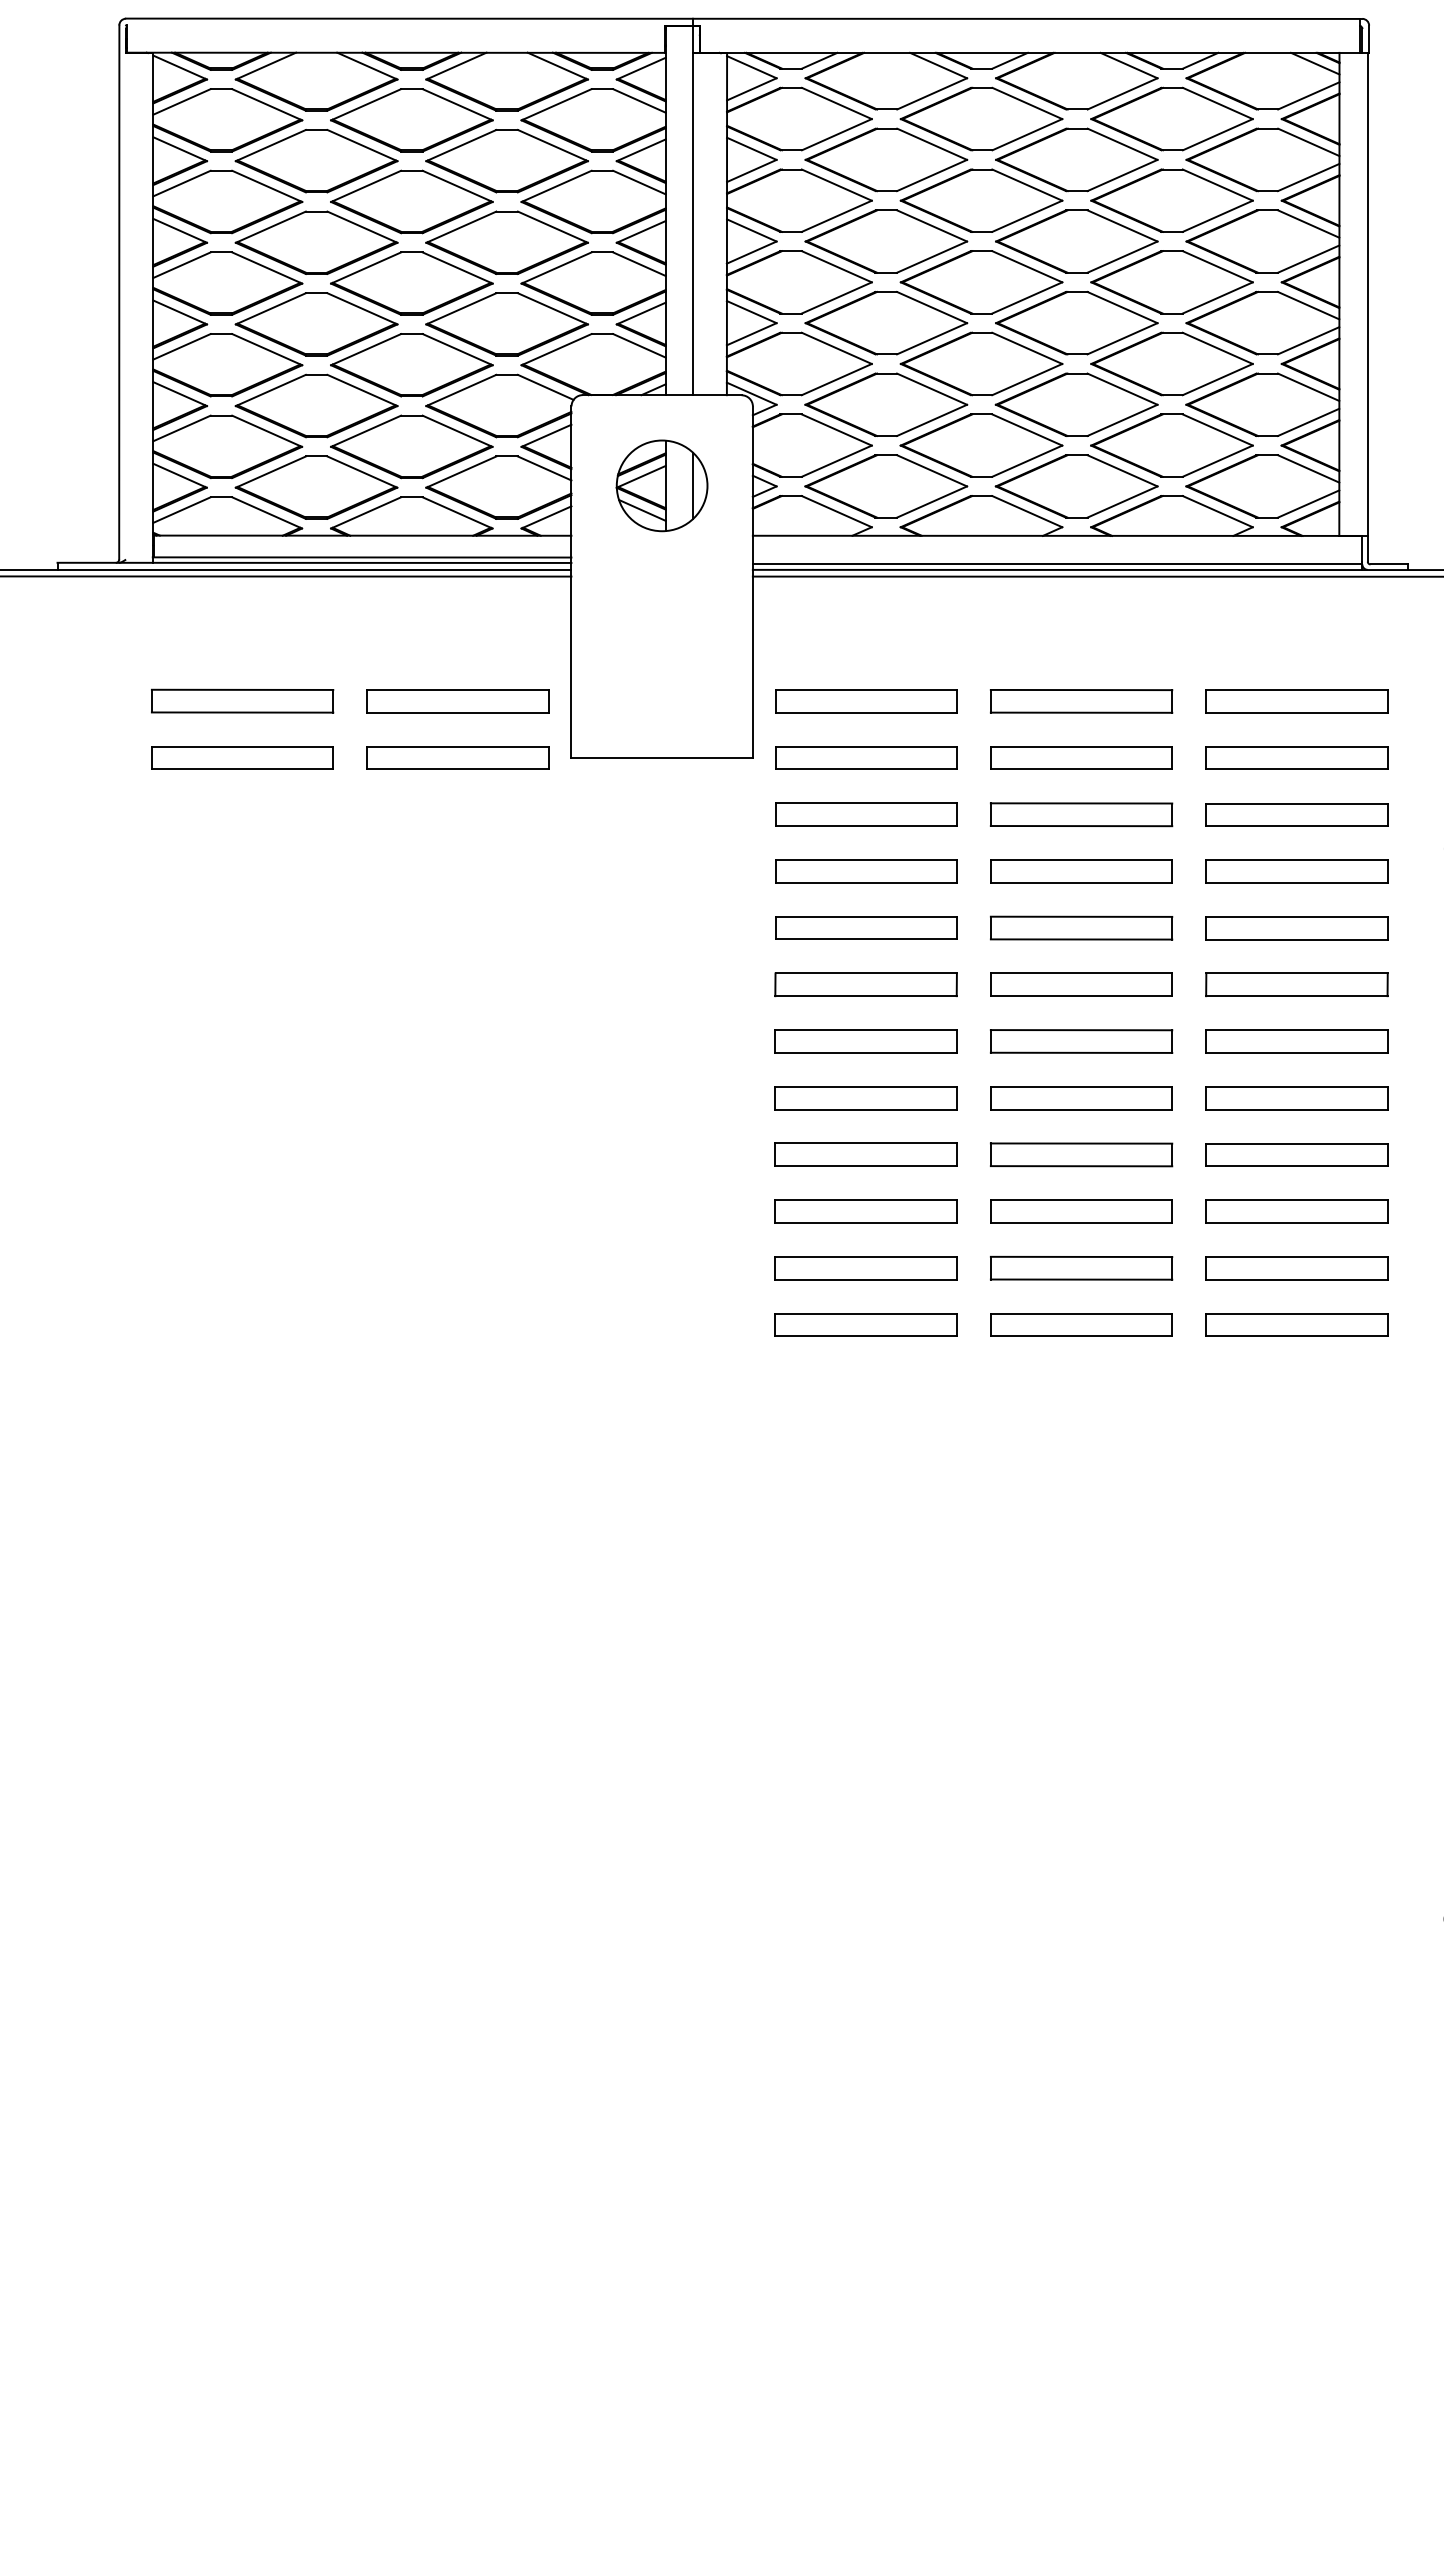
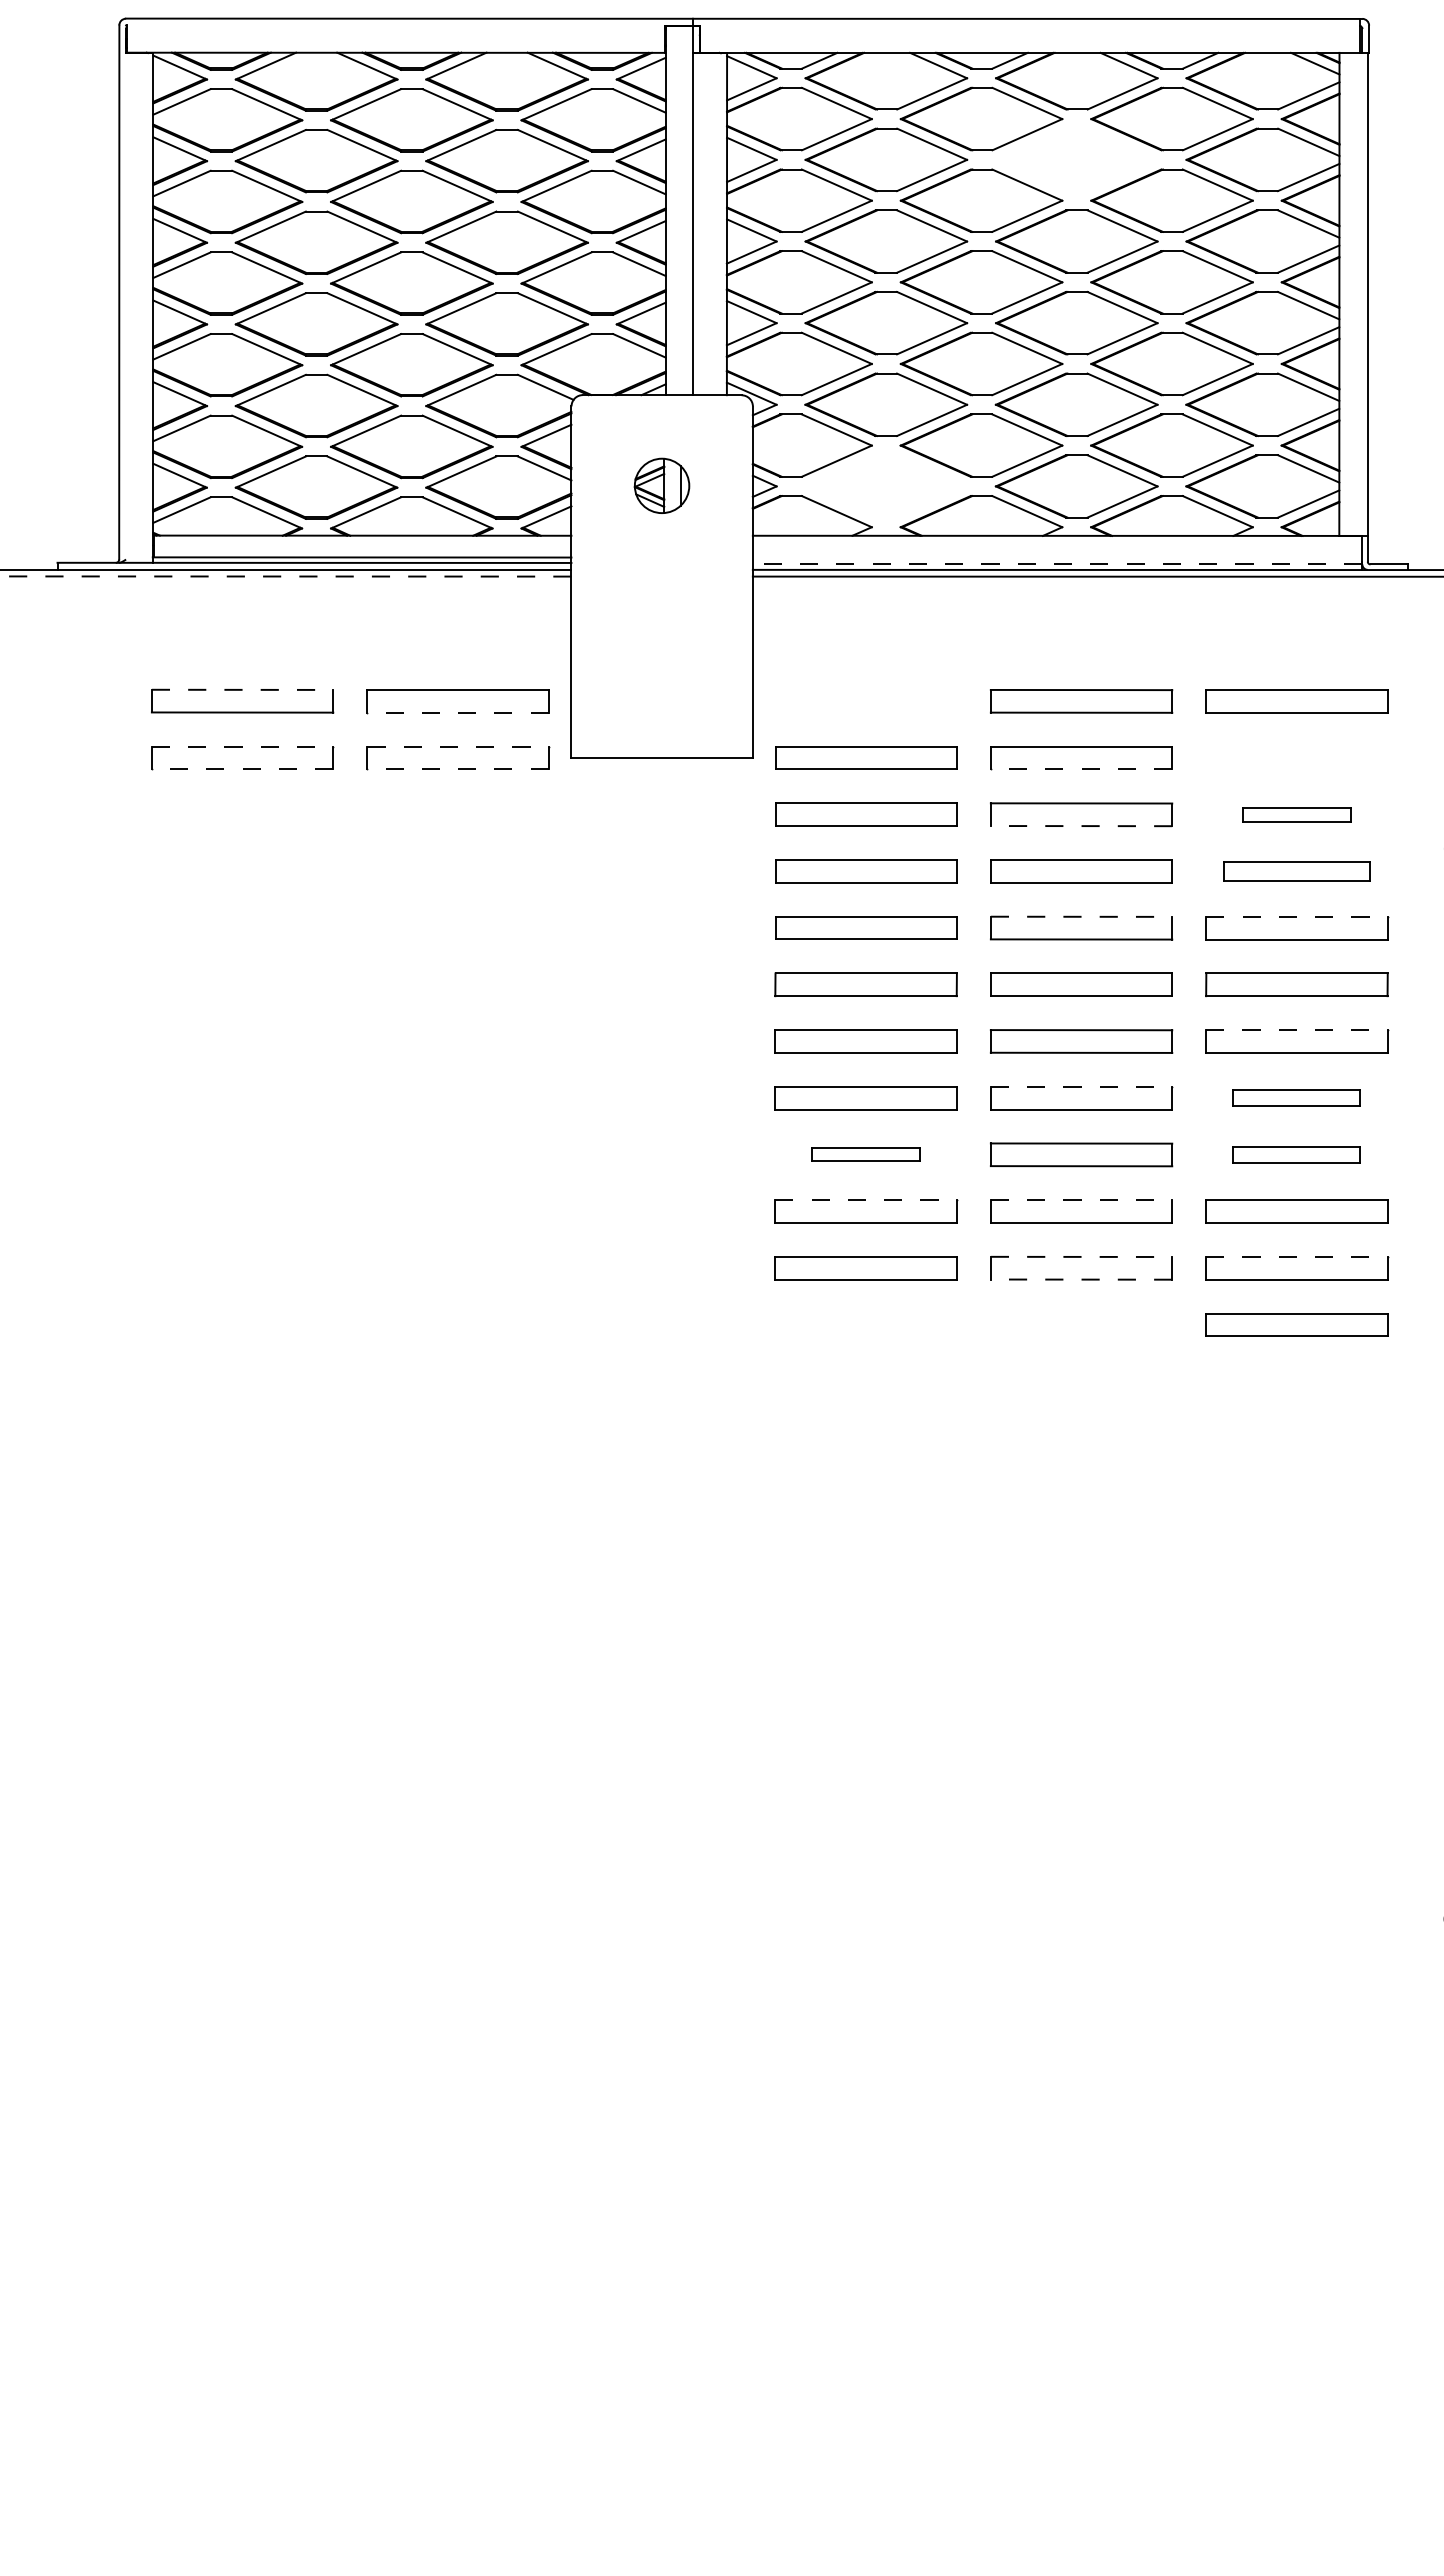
part at (1076, 159): present -> none
part at (661, 485) size: 94x94 px -> 58x57 px
part at (886, 486): present -> none
line at (1057, 564): solid -> dashed
line at (285, 576): solid -> dashed
line at (242, 689): solid -> dashed
part at (866, 701): present -> none
line at (458, 712): solid -> dashed
line at (242, 746): solid -> dashed
line at (458, 746): solid -> dashed
part at (1296, 757): present -> none
line at (242, 769): solid -> dashed
line at (458, 769): solid -> dashed
line at (1081, 769): solid -> dashed
part at (1296, 814) size: 184x24 px -> 110x16 px
line at (1081, 826): solid -> dashed
part at (1296, 871) size: 184x25 px -> 148x21 px
line at (1081, 916): solid -> dashed
line at (1297, 916): solid -> dashed
line at (1296, 1030): solid -> dashed
line at (1081, 1086): solid -> dashed
part at (1296, 1098) size: 184x25 px -> 129x18 px
part at (865, 1154) size: 184x25 px -> 110x15 px
part at (1296, 1154) size: 184x24 px -> 129x18 px
line at (866, 1200): solid -> dashed
line at (1081, 1200): solid -> dashed
line at (1081, 1256): solid -> dashed
line at (1296, 1257): solid -> dashed
line at (1081, 1279): solid -> dashed
part at (865, 1324): present -> none
part at (1081, 1324): present -> none
